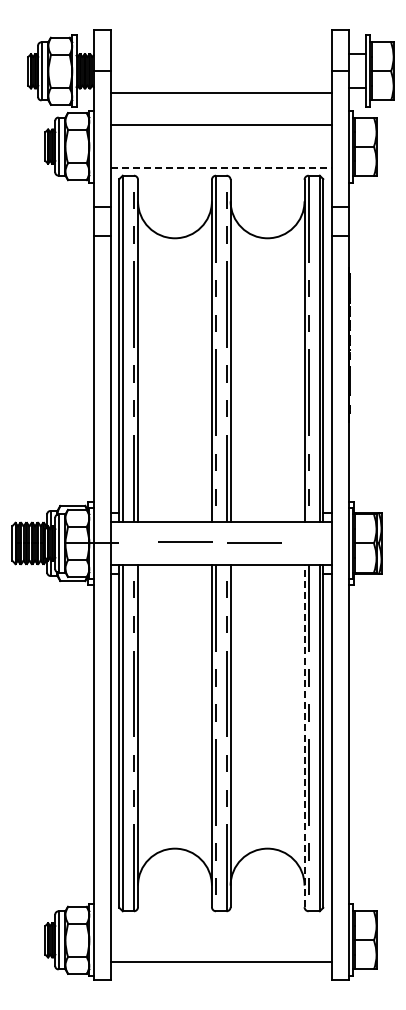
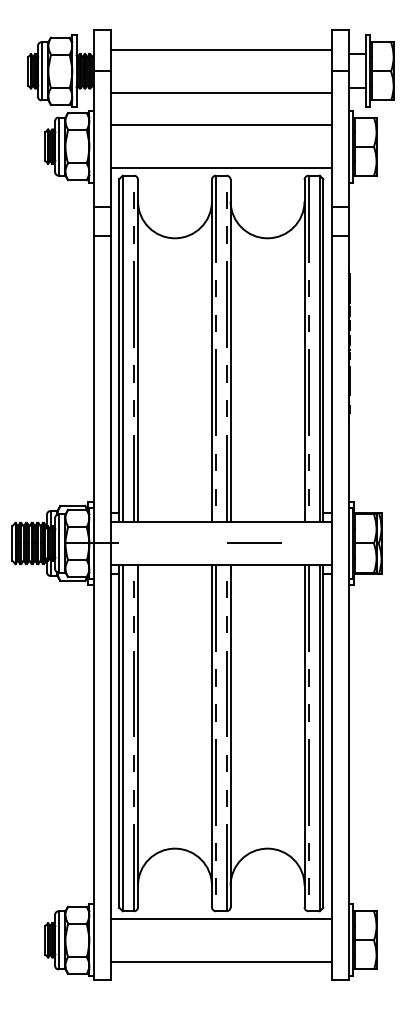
line at (220, 49): none -> present
line at (221, 168): dashed -> solid
line at (185, 541): present -> none
line at (304, 736): dashed -> solid
line at (220, 918): none -> present
